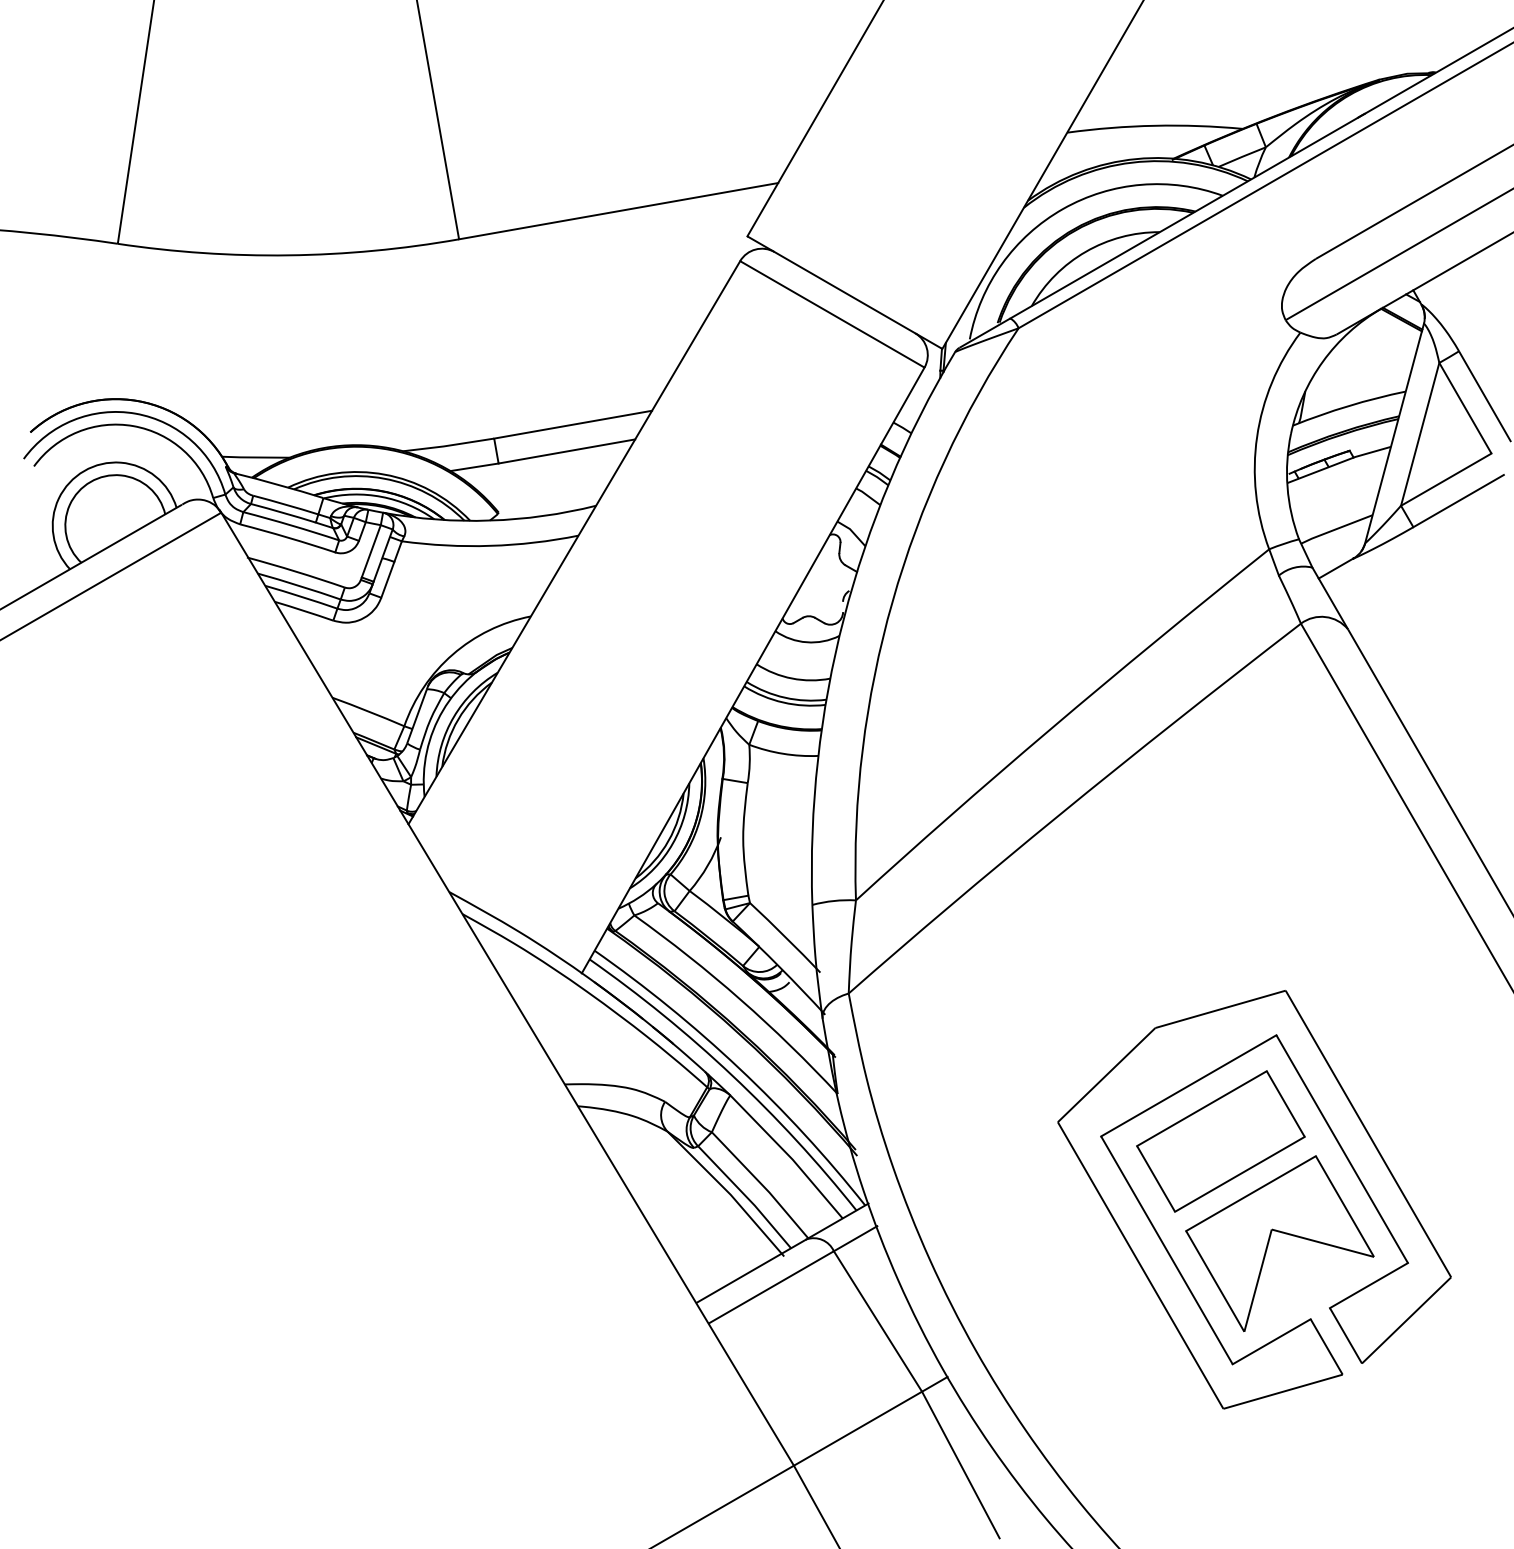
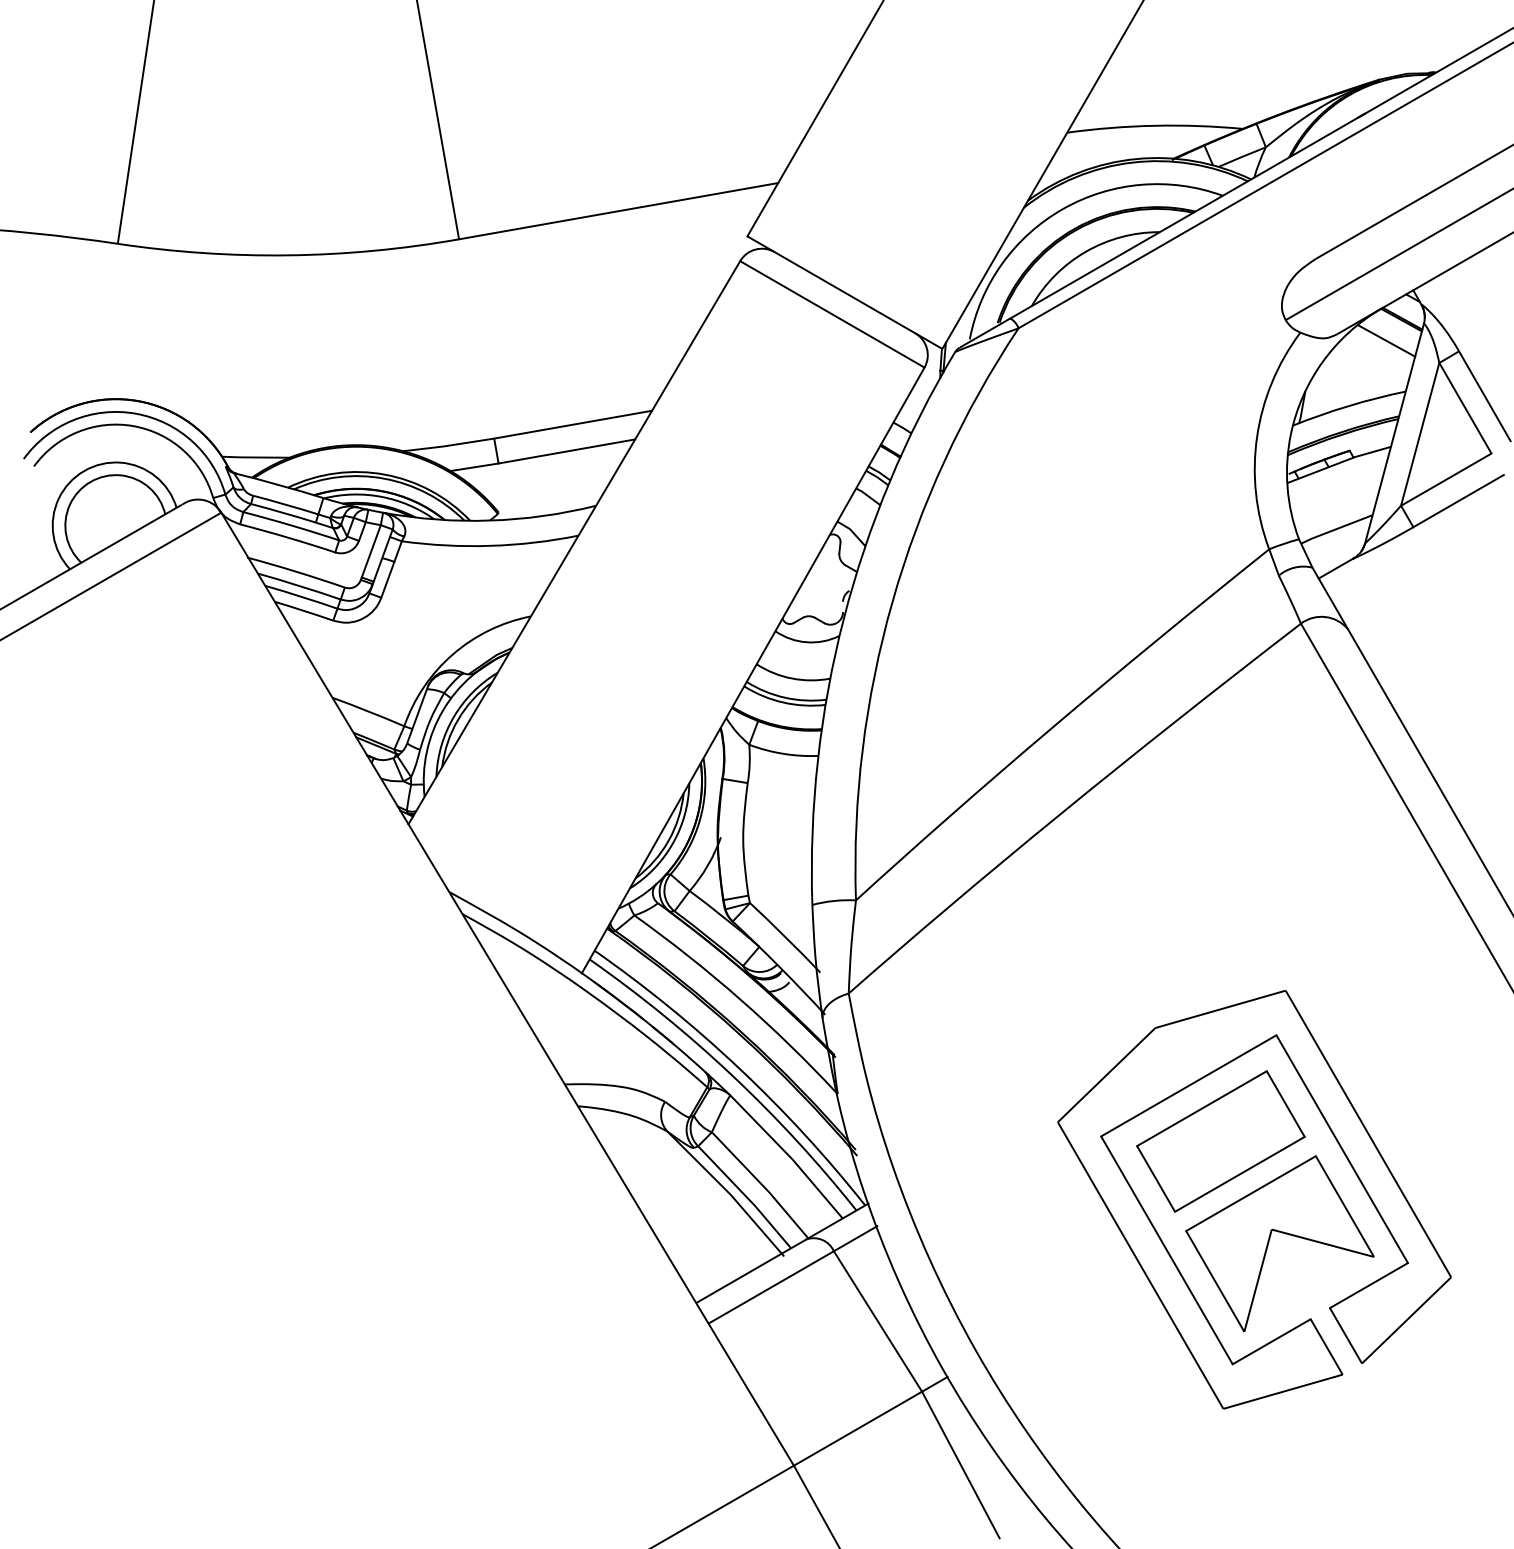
line at (1386, 340): none -> present
